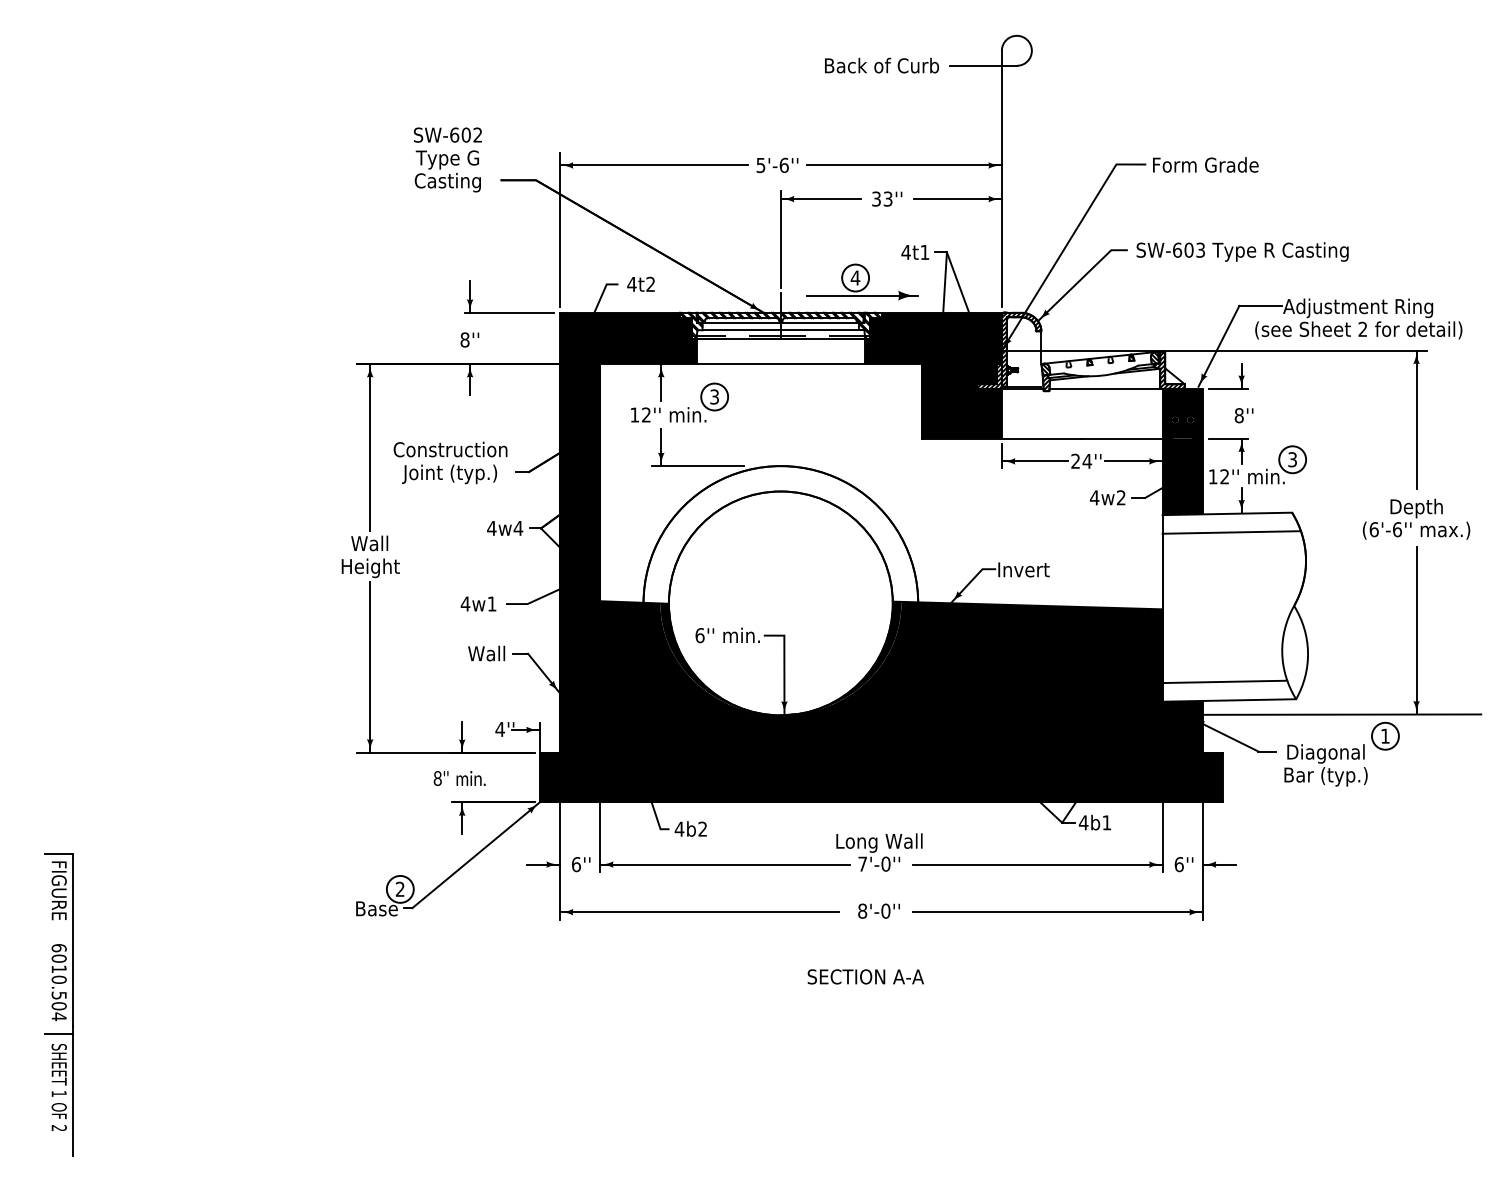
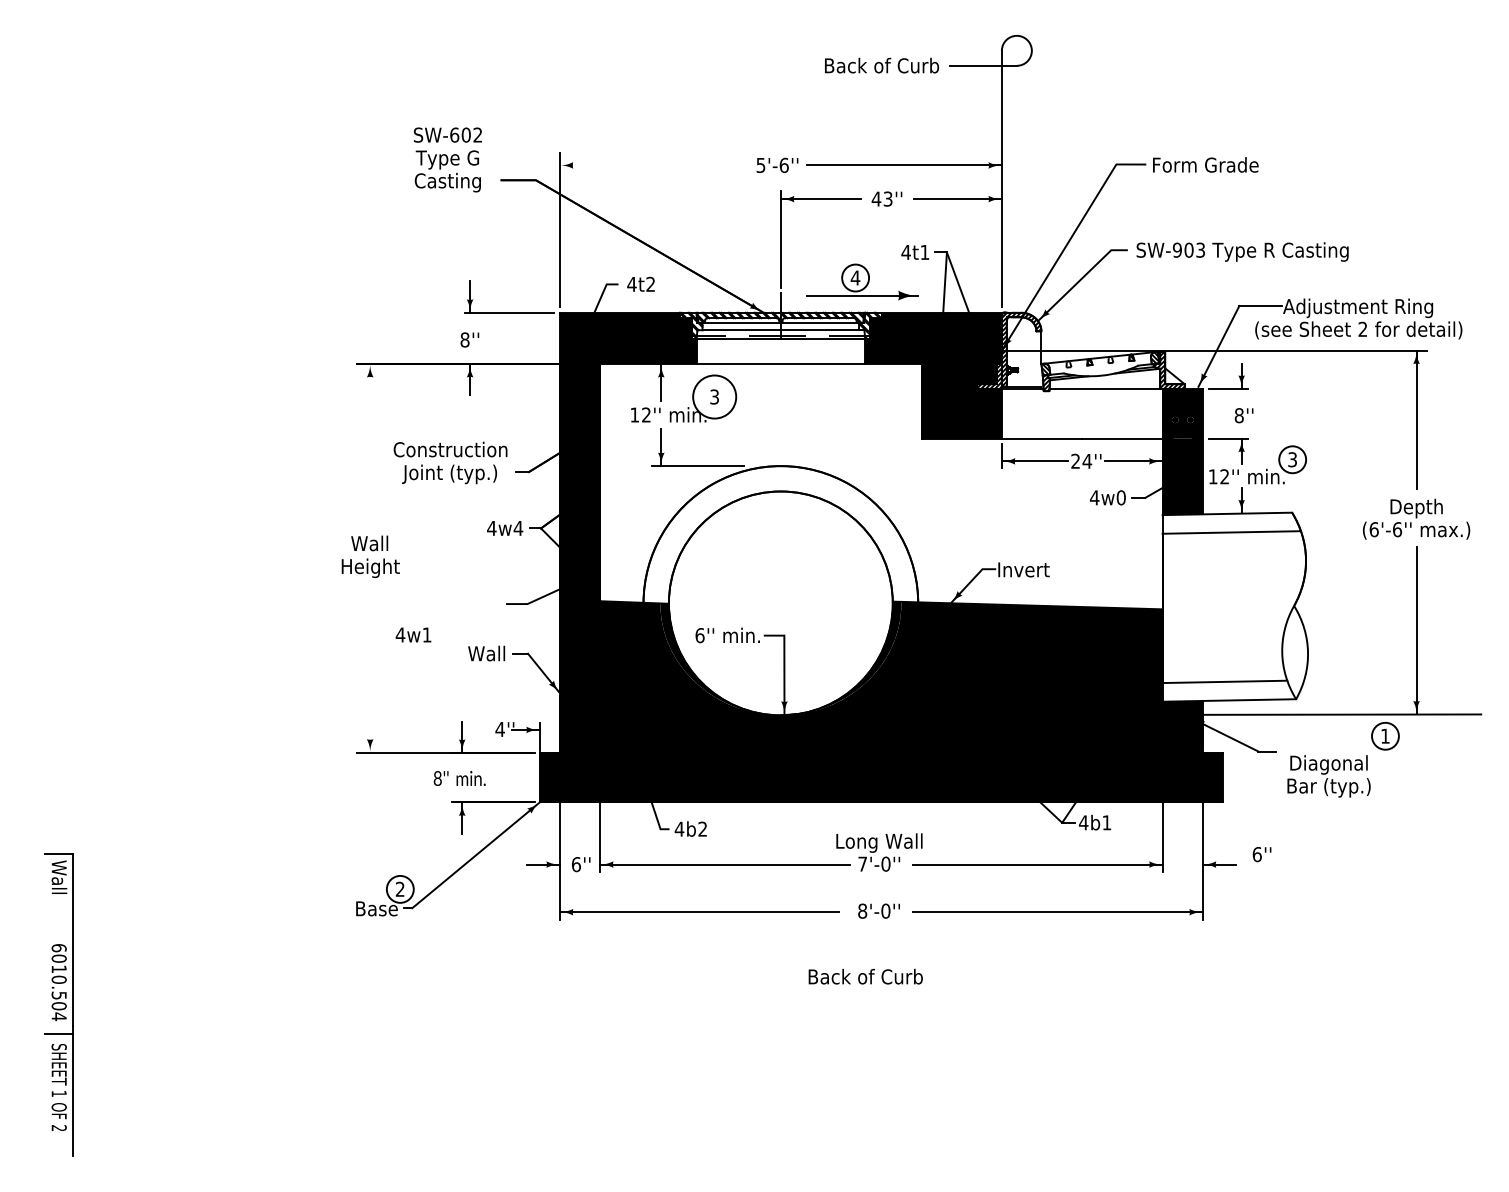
line at (653, 165): present -> none
text at (876, 198): 33'' -> 43''
text at (1177, 249): SW-603 -> SW-903
circle at (714, 396) diameter: 27 px -> 43 px
line at (370, 447): present -> none
text at (1120, 497): 4w2 -> 4w0
text at (478, 603) position: (478, 603) -> (413, 634)
line at (370, 667): present -> none
text at (1325, 765) position: (1325, 765) -> (1328, 776)
text at (1183, 864) position: (1183, 864) -> (1261, 854)
text at (59, 890): FIGURE -> Wall
text at (865, 976): SECTION A-A -> Back of Curb
